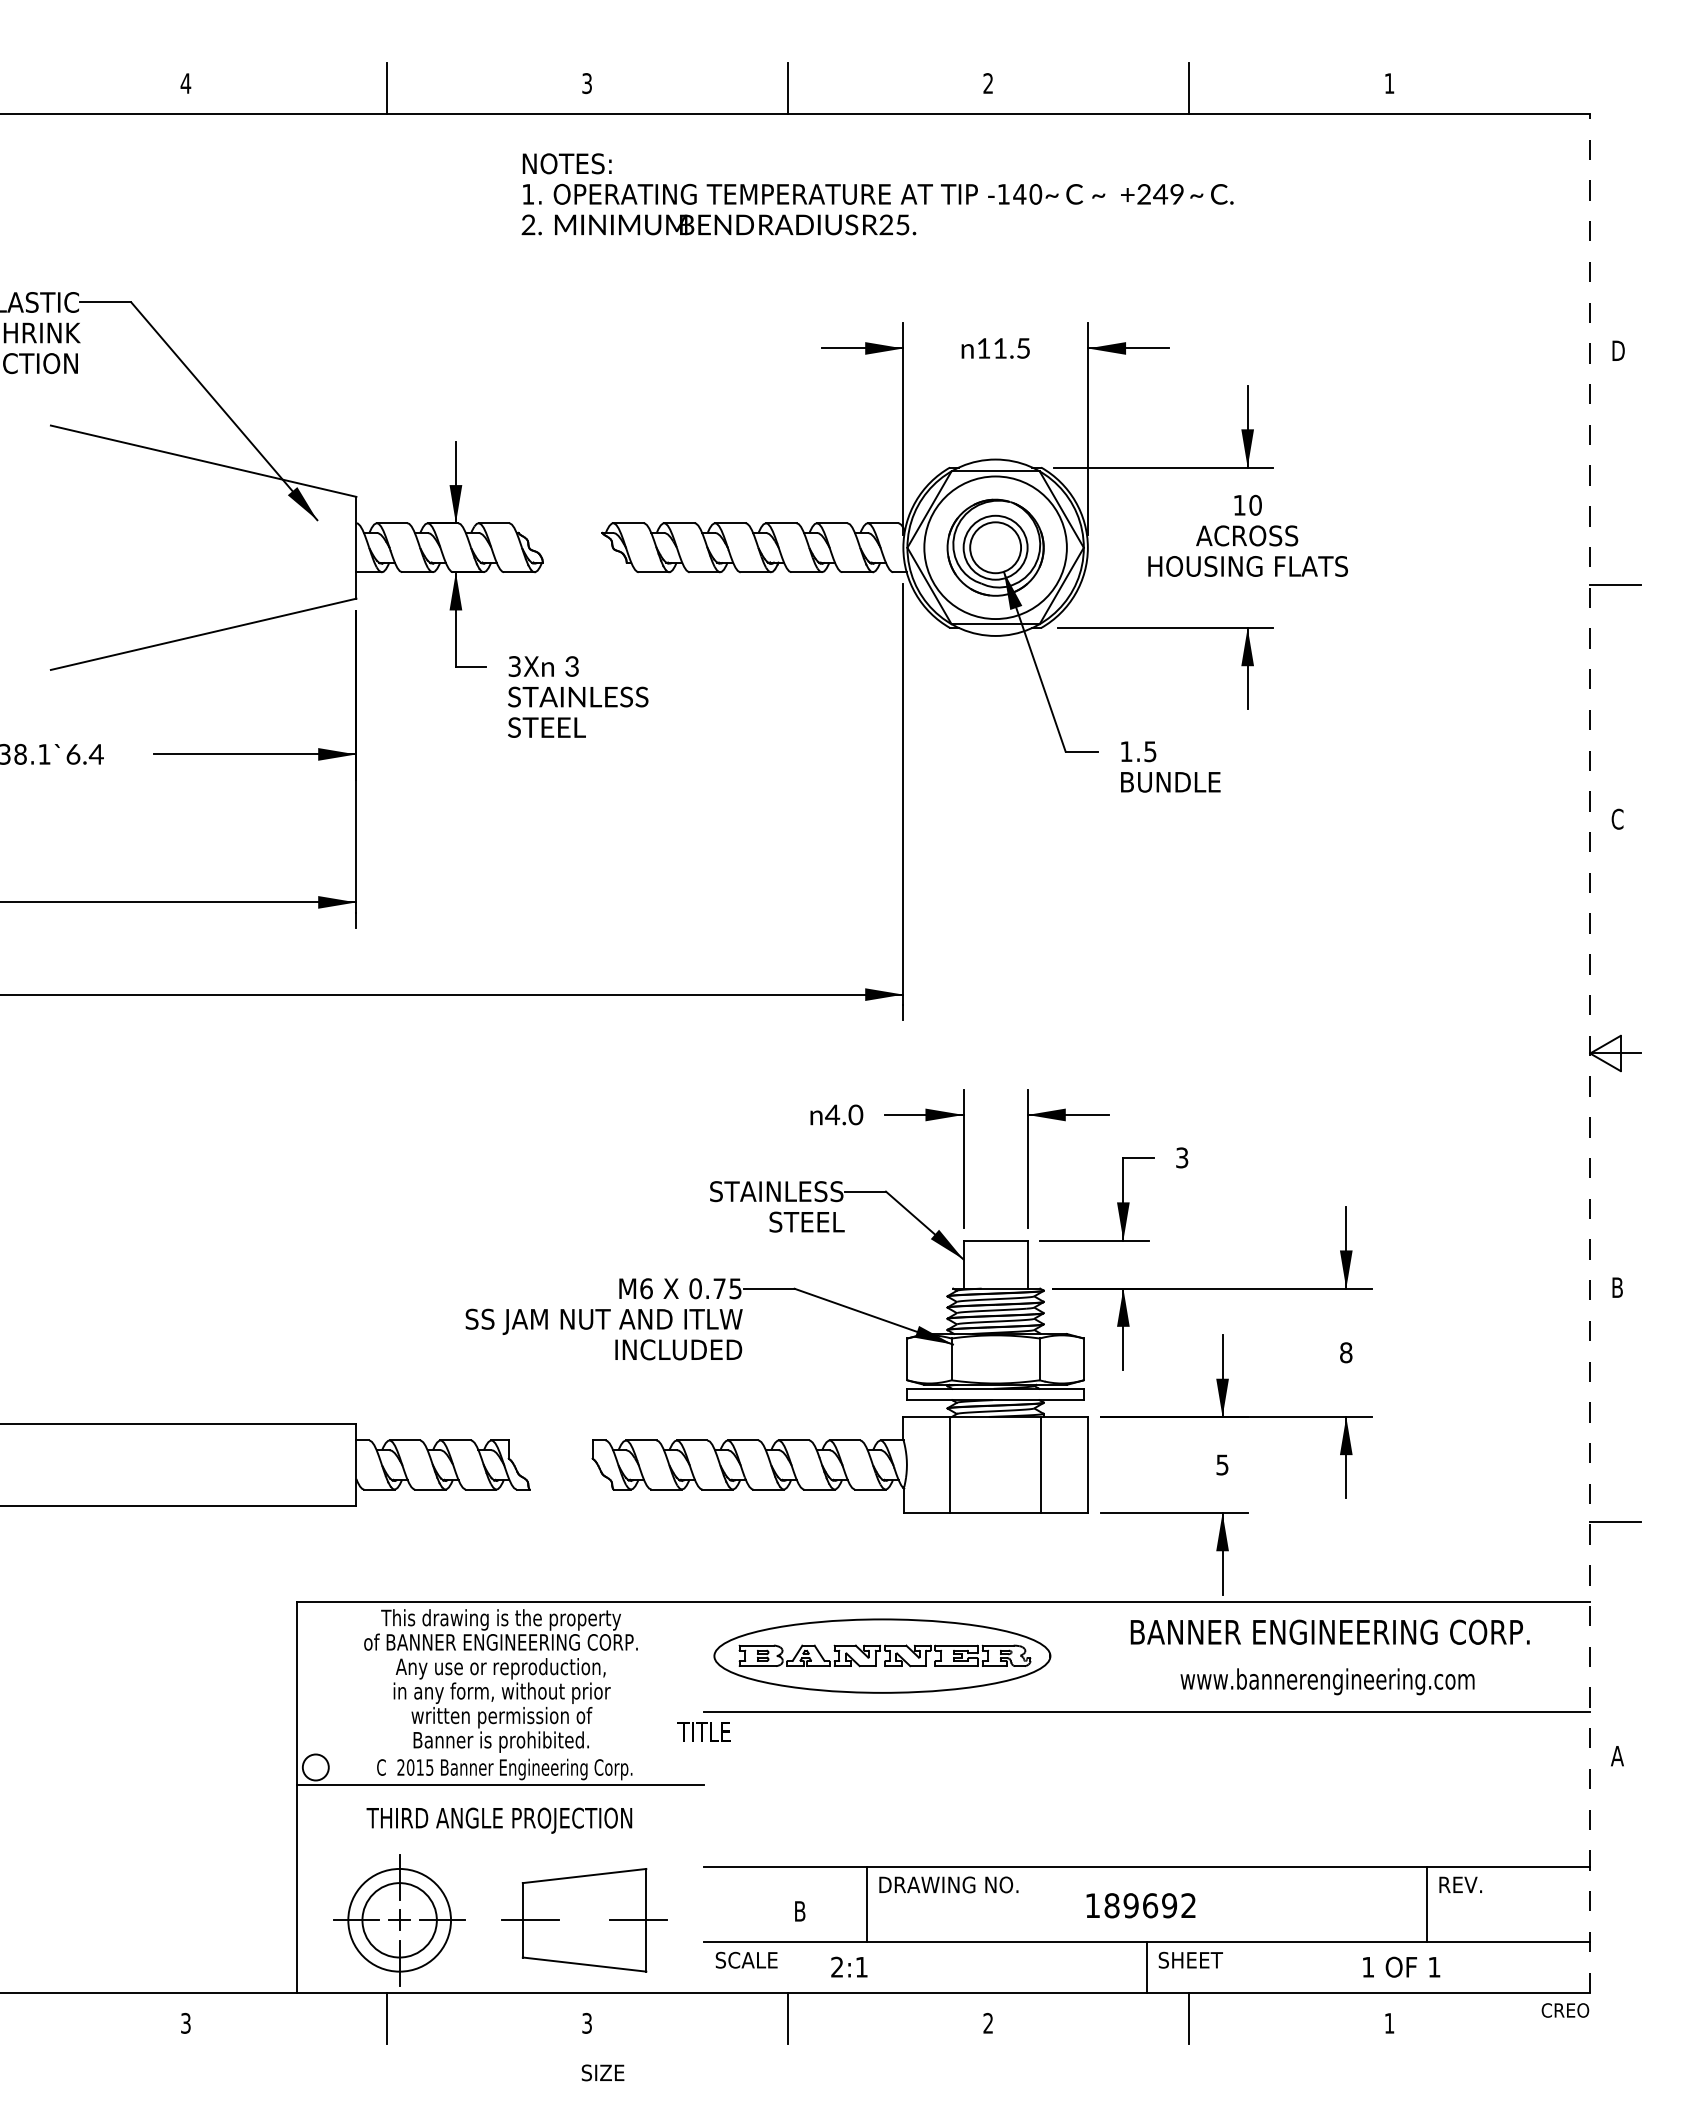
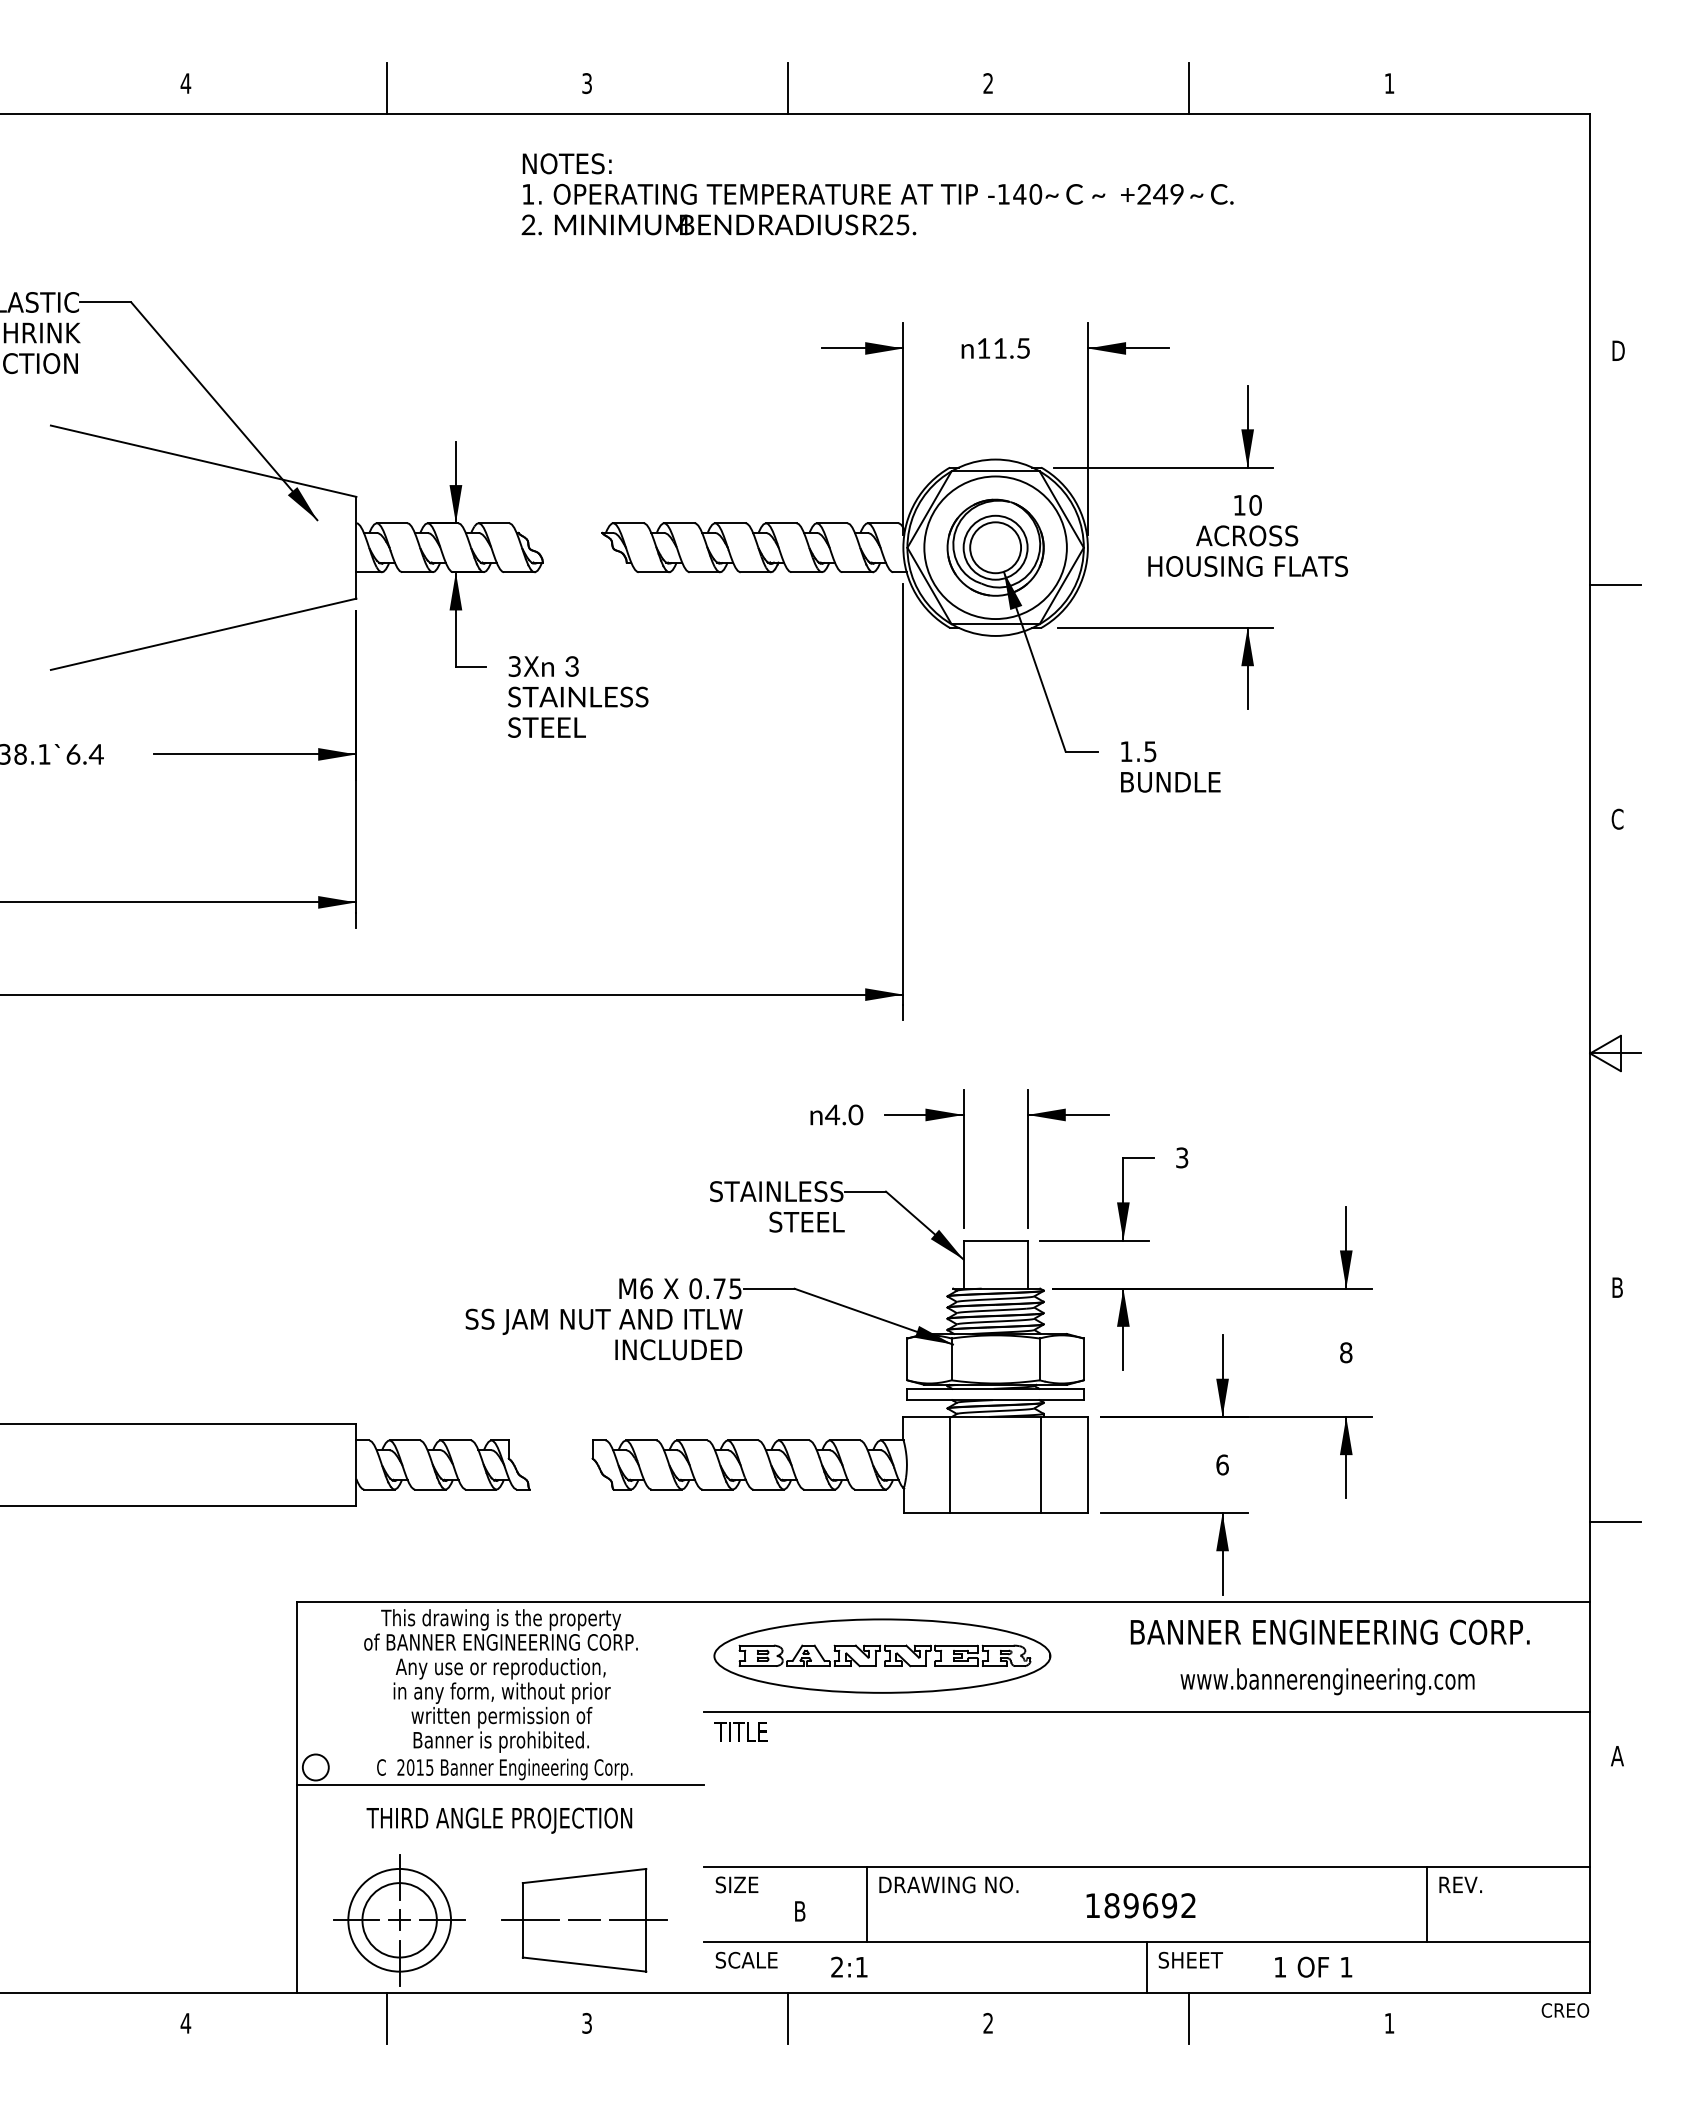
line at (1590, 1053): dashed -> solid
text at (1222, 1464): 5 -> 6
text at (703, 1731) position: (703, 1731) -> (740, 1731)
line at (584, 1920): none -> present
text at (1401, 1966) position: (1401, 1966) -> (1313, 1966)
text at (185, 2022): 3 -> 4
text at (602, 2072) position: (602, 2072) -> (736, 1884)
